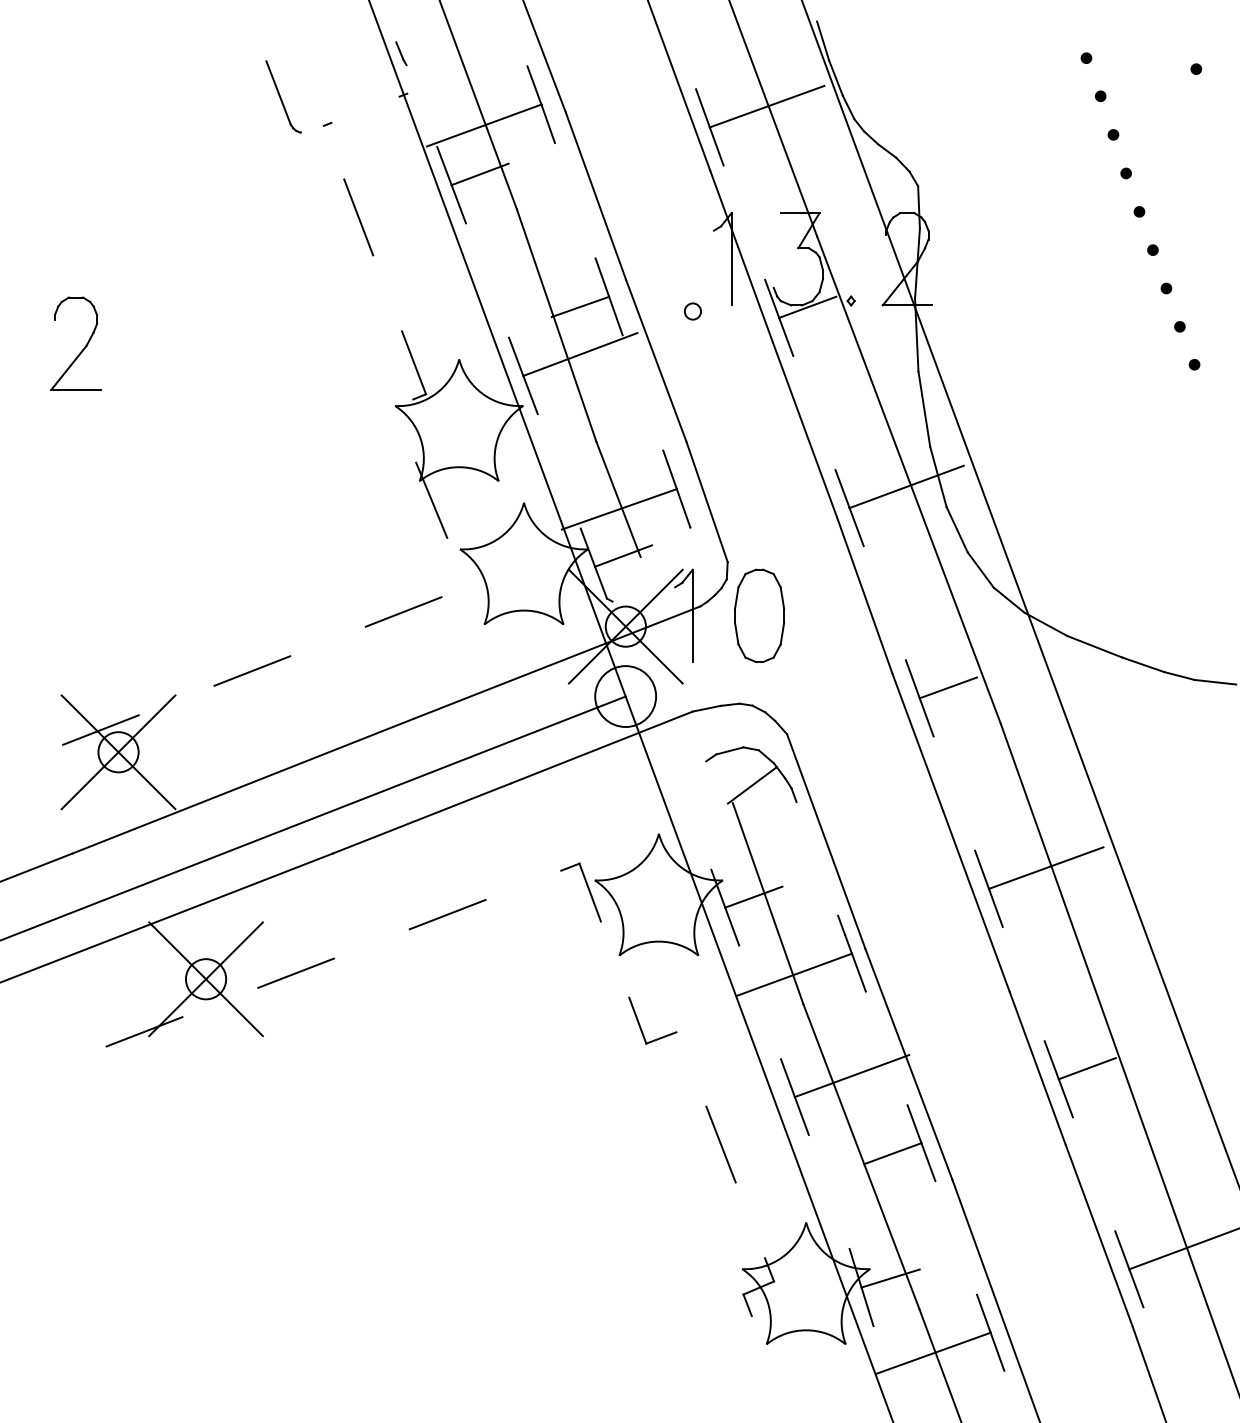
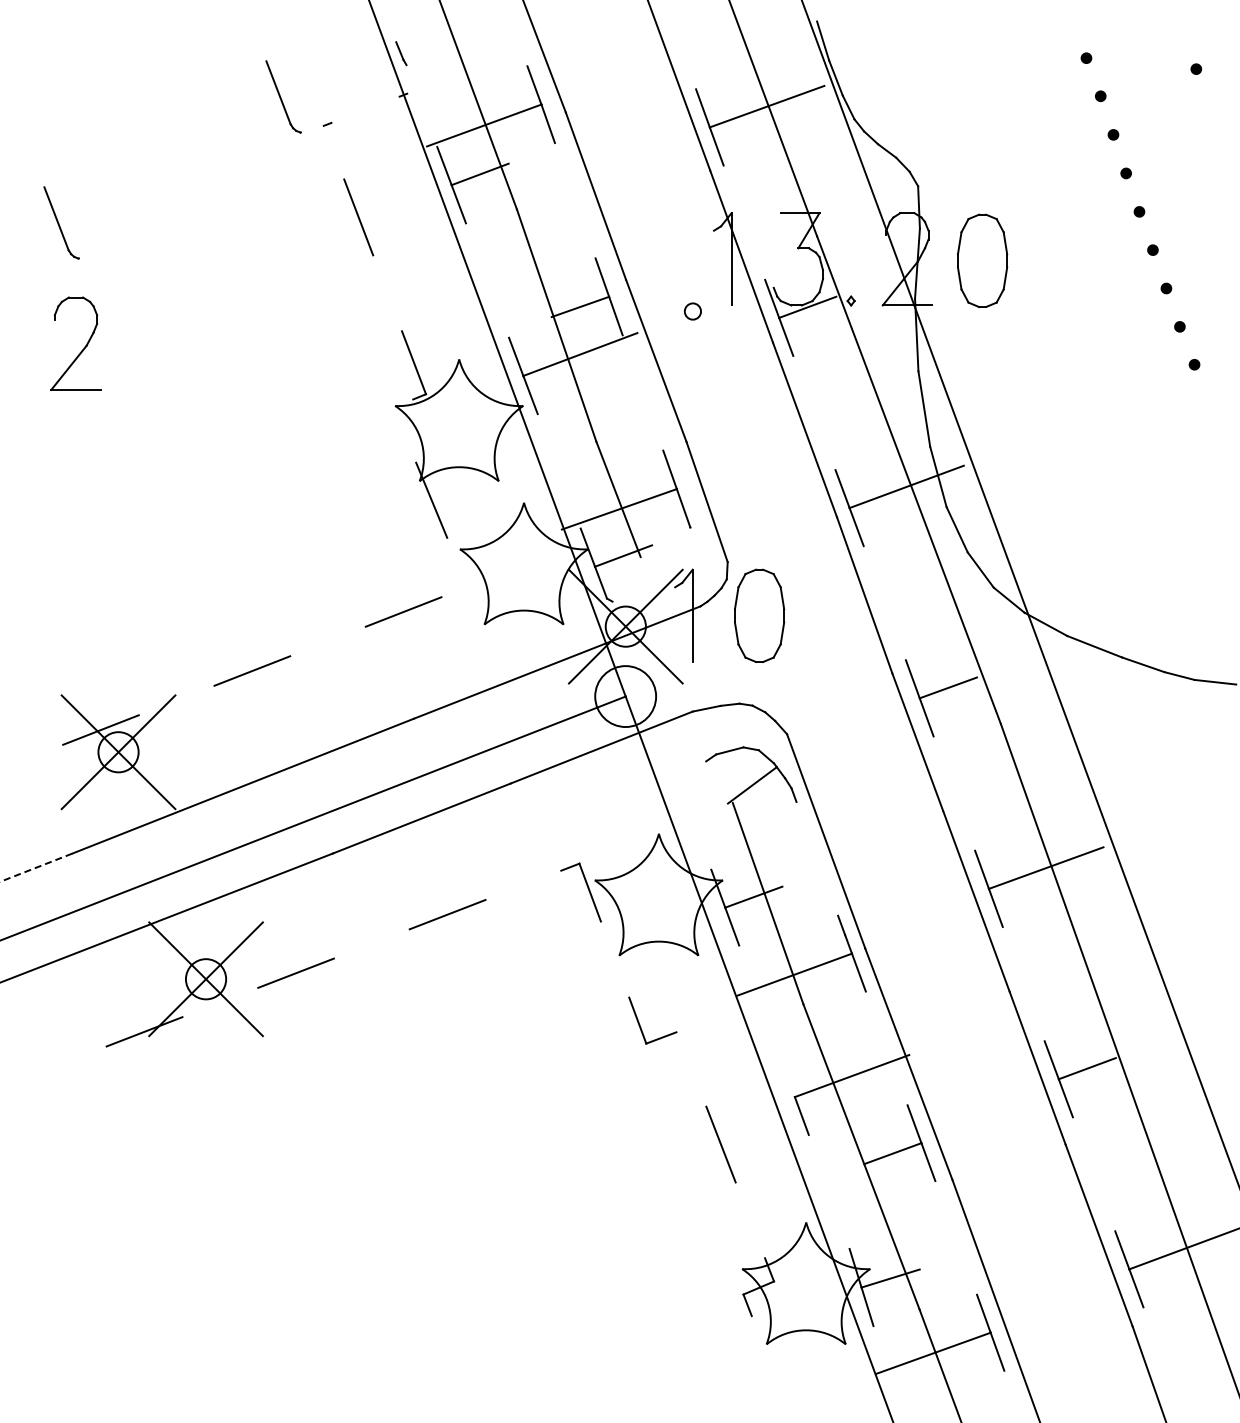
part at (61, 222): none -> present
part at (982, 260): none -> present
line at (35, 867): solid -> dashed
line at (787, 1078): present -> none
